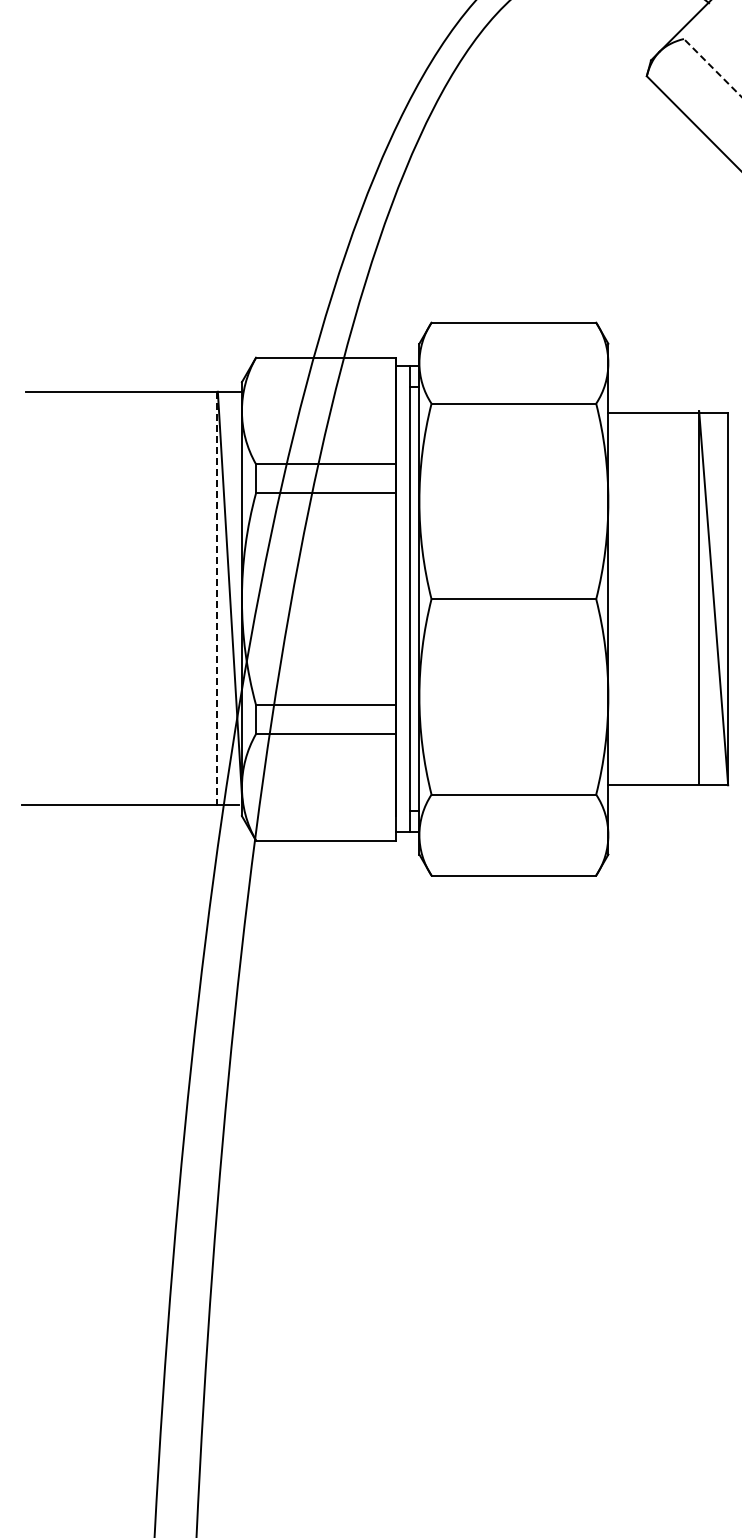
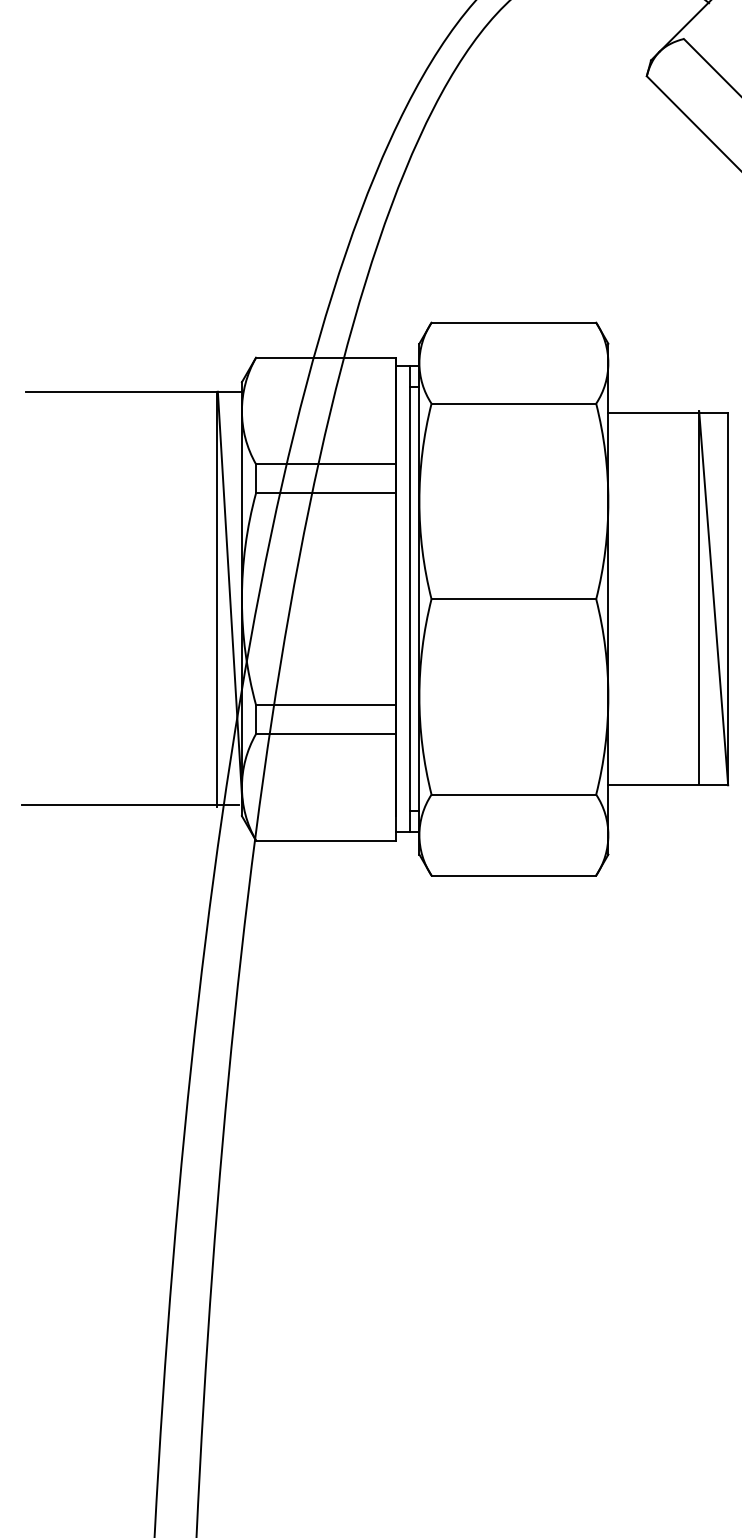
line at (712, 68): dashed -> solid
line at (216, 600): dashed -> solid
